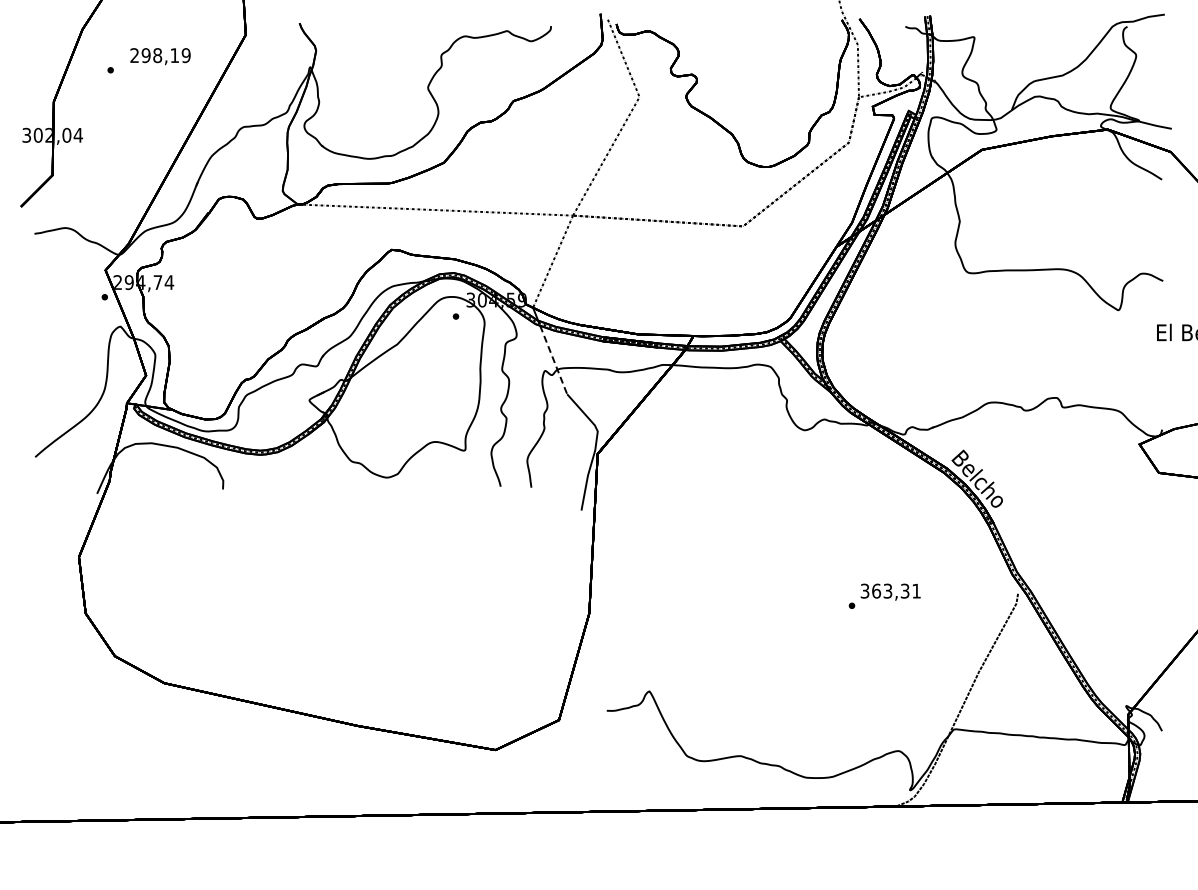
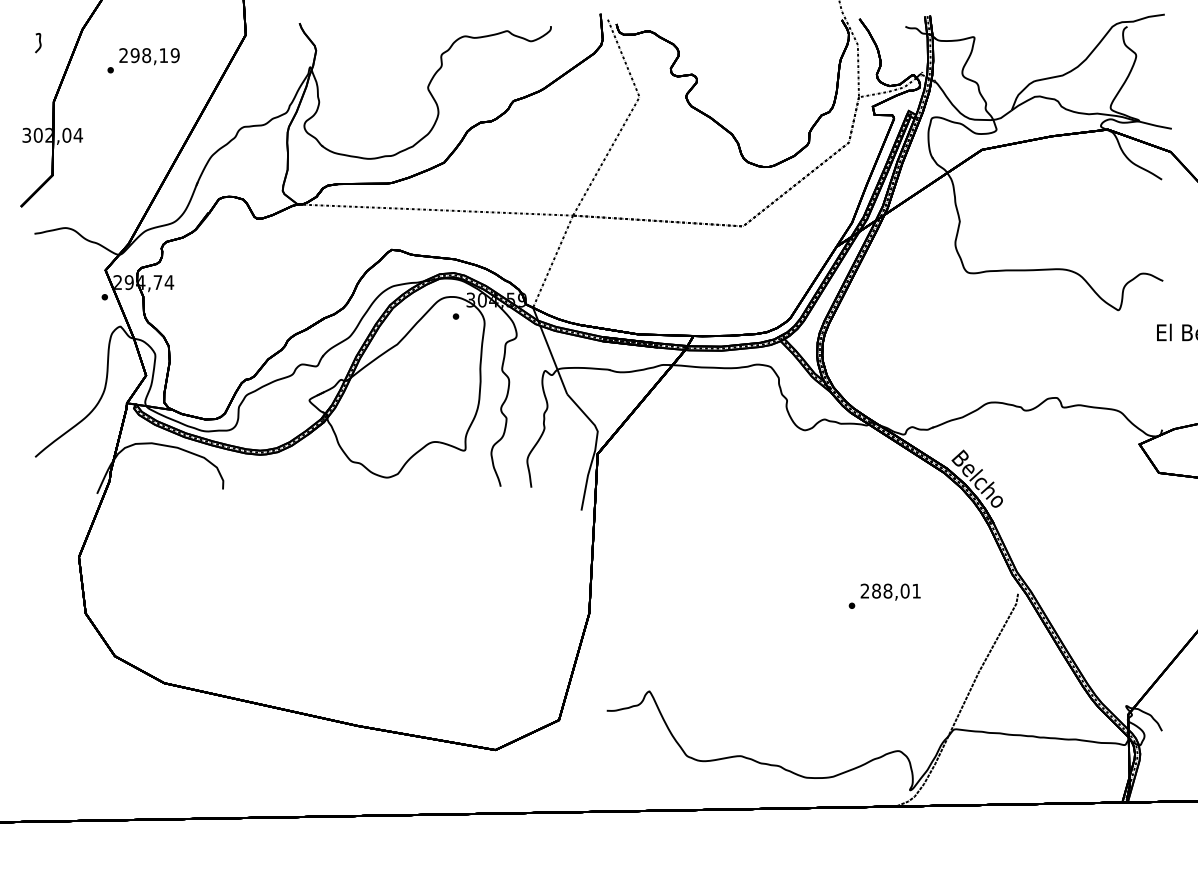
curve at (39, 43): none -> present
text at (160, 56) position: (160, 56) -> (149, 56)
line at (553, 360): dashed -> solid
text at (884, 590): 363,31 -> 288,01
